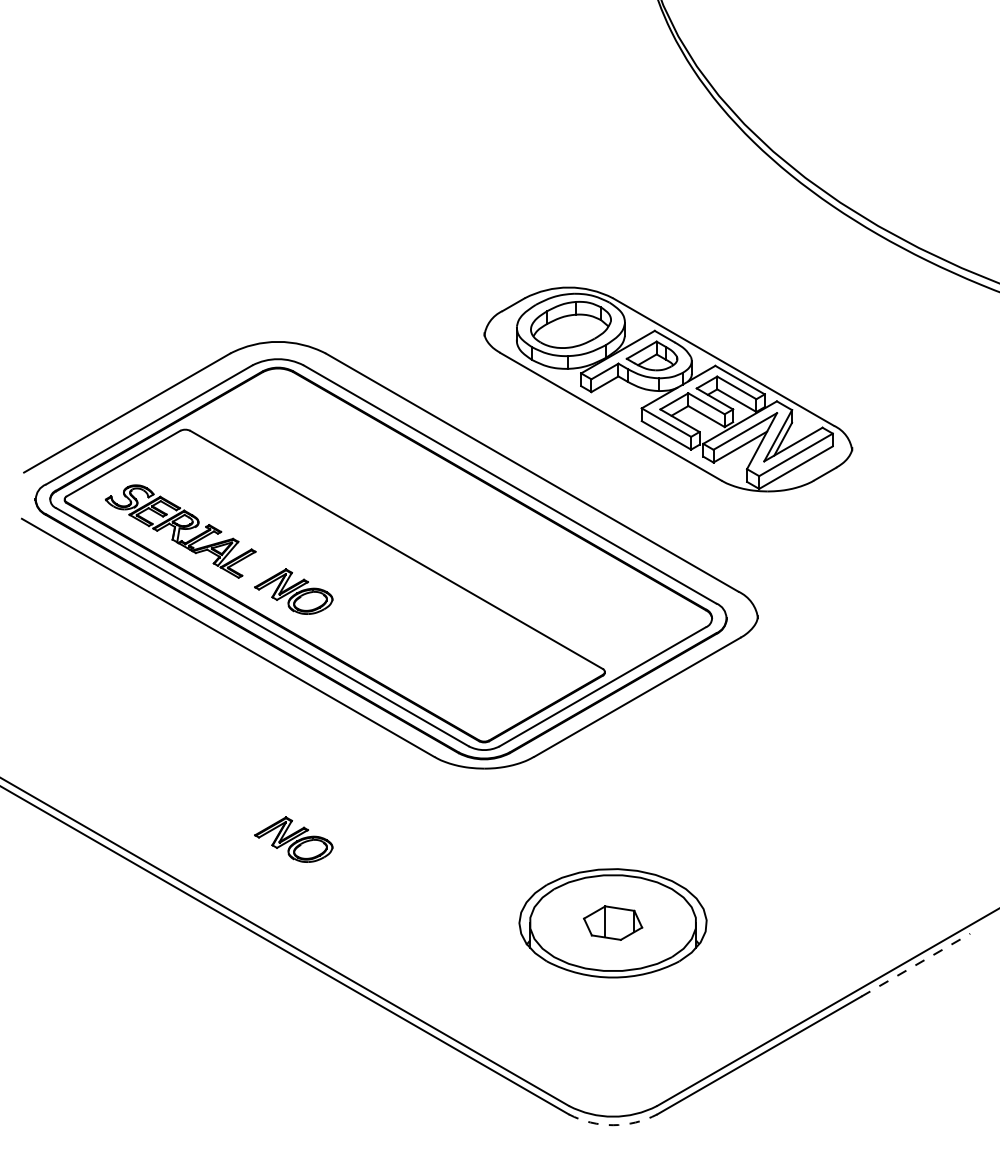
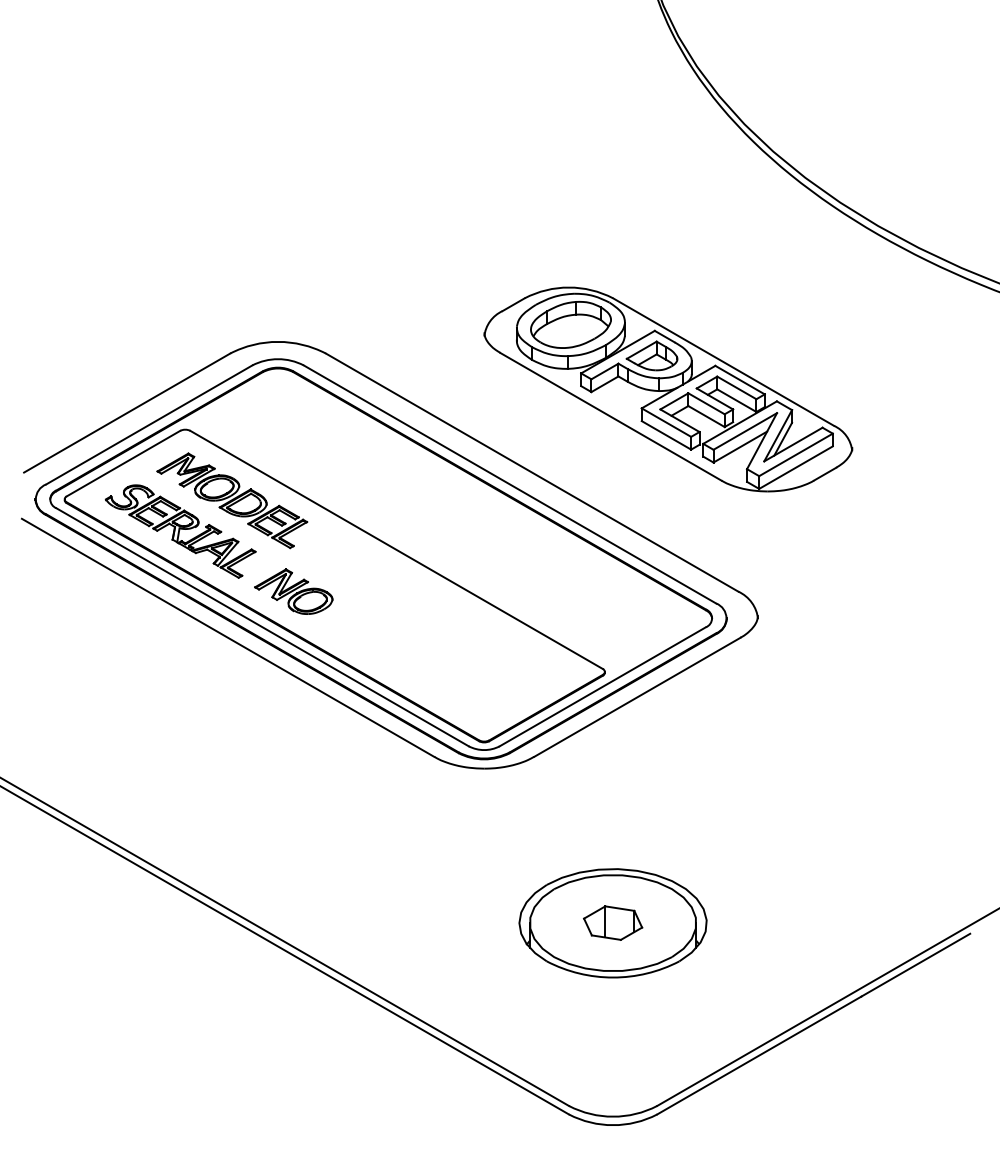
part at (232, 500): none -> present
part at (293, 839): present -> none
line at (915, 965): dashed -> solid
arc at (613, 1125): dashed -> solid
